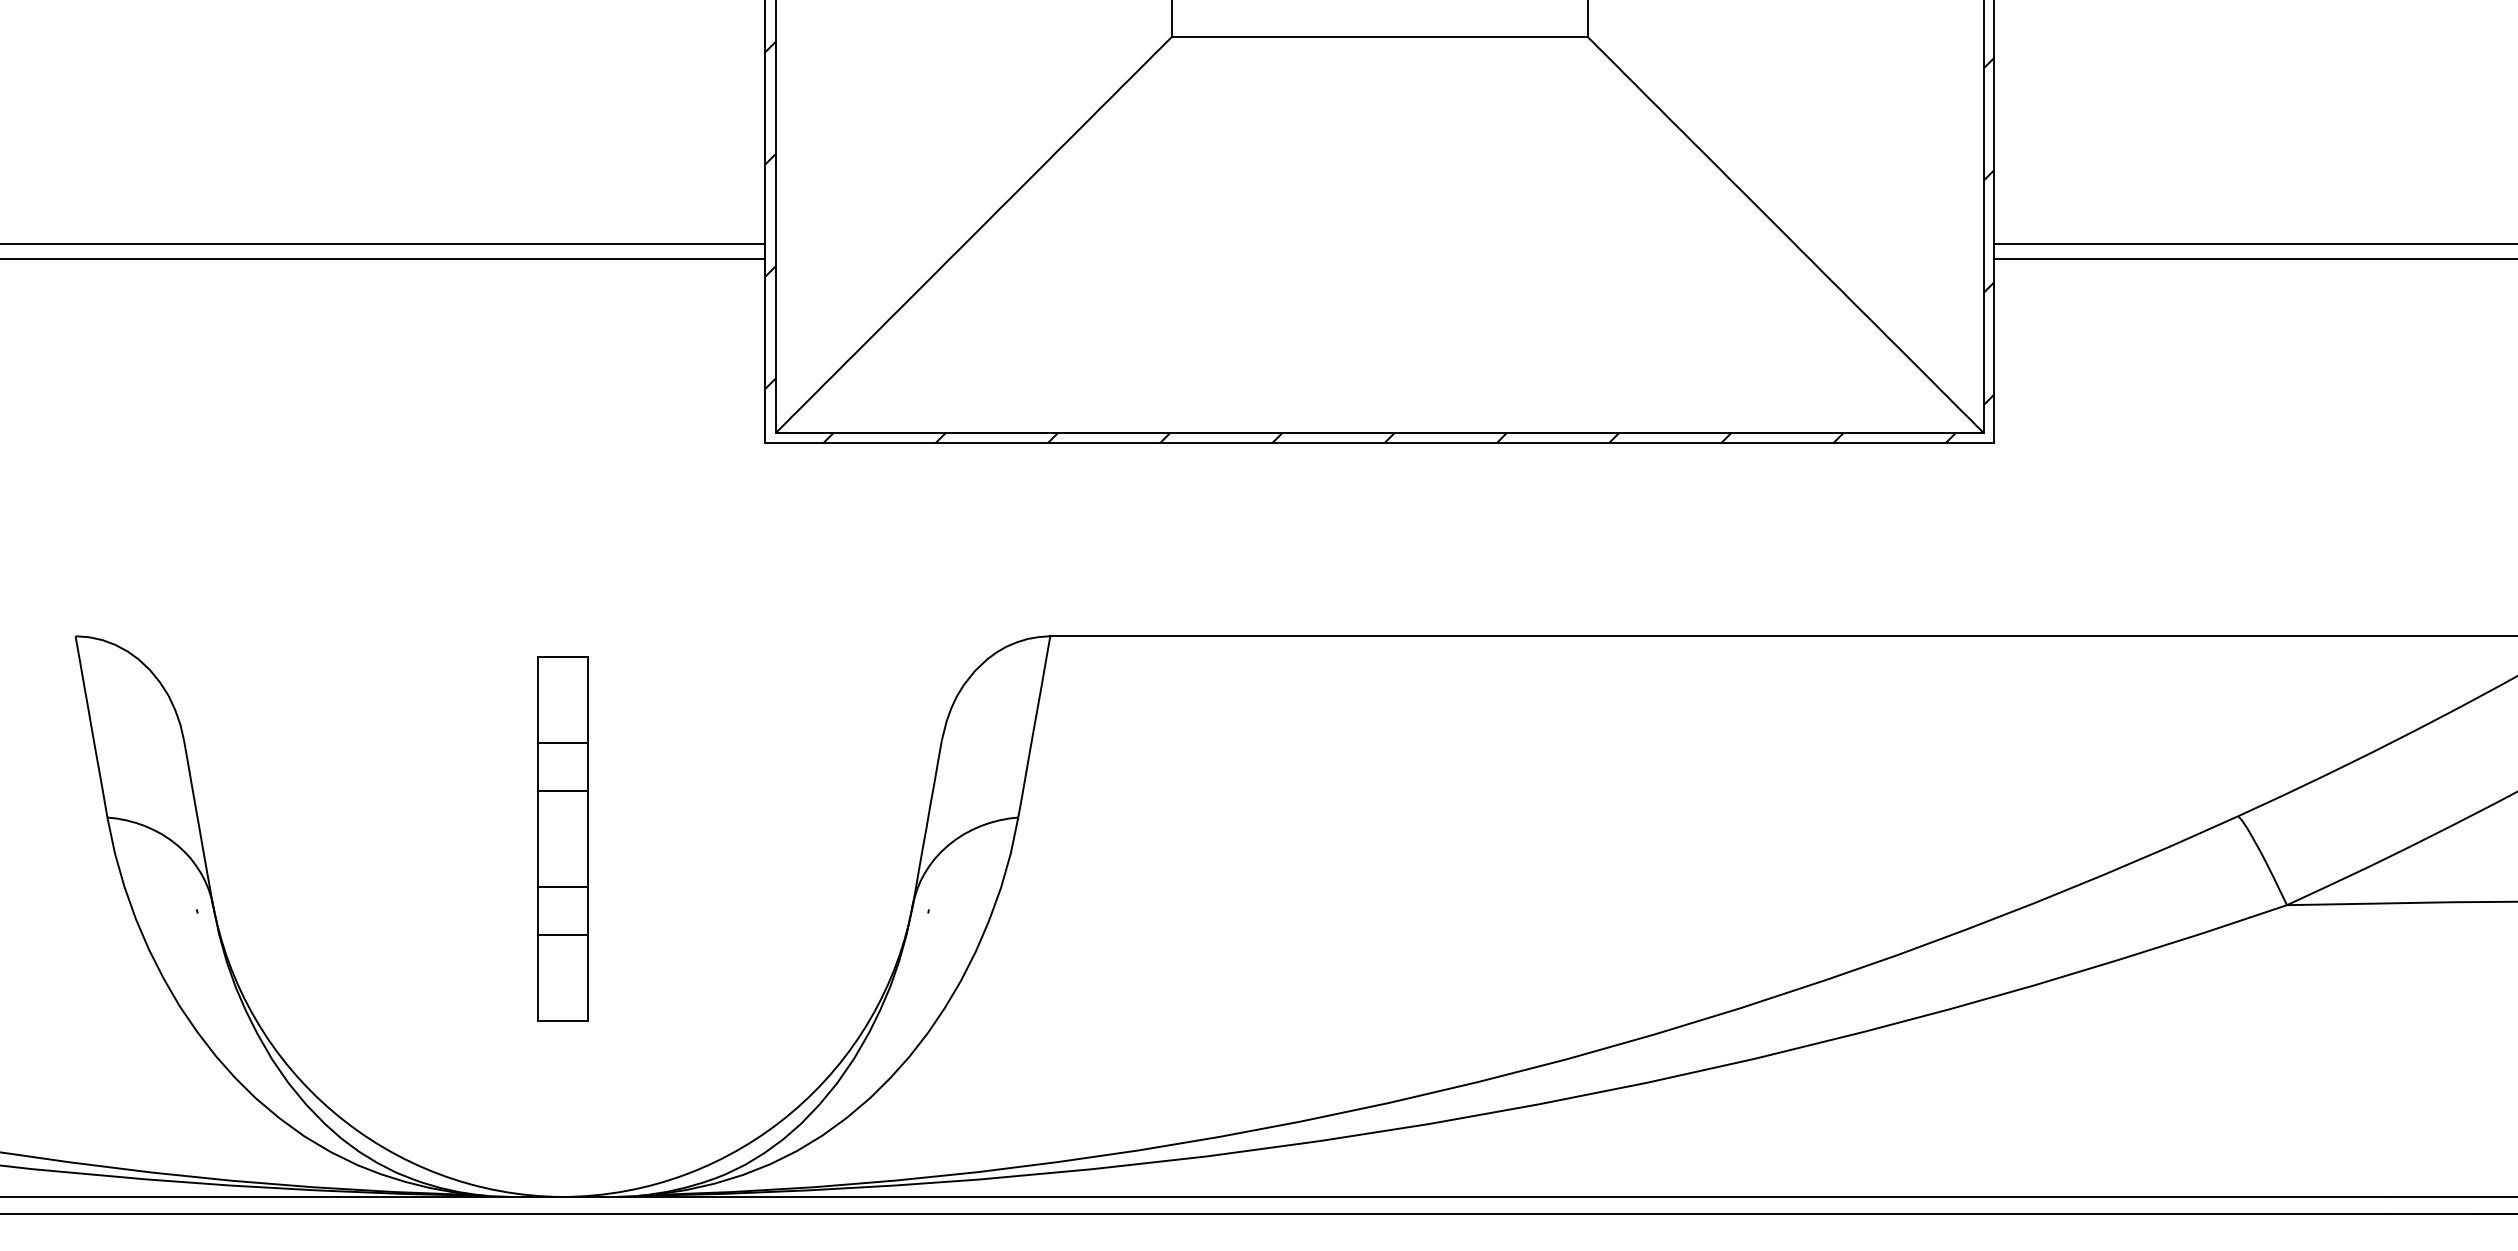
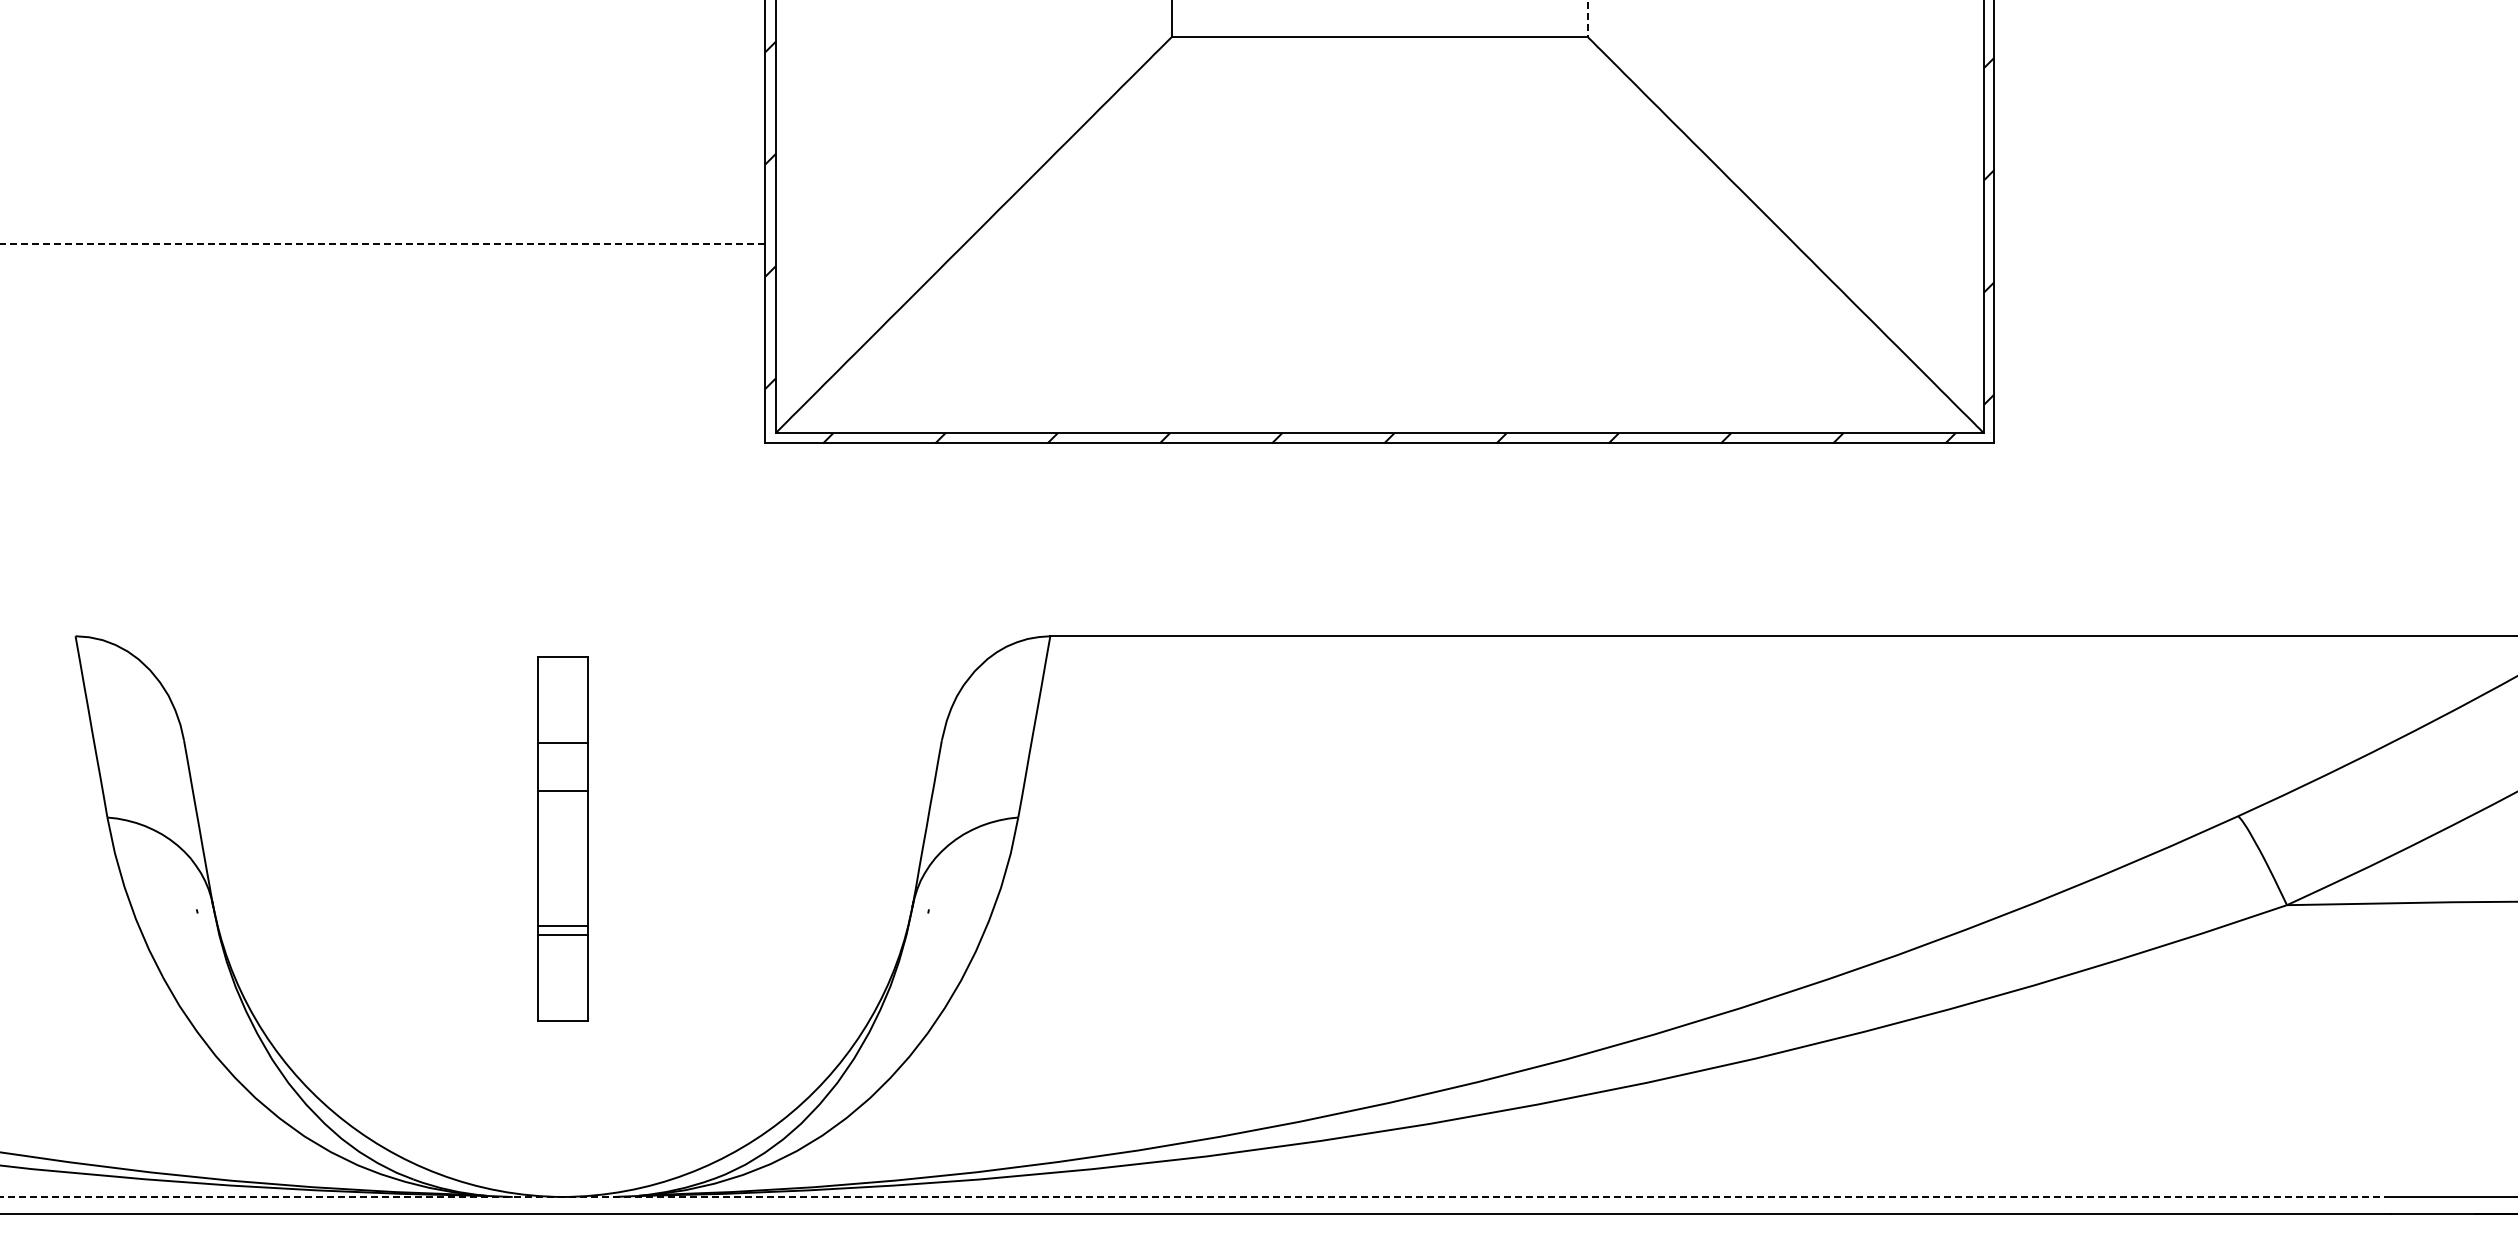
line at (1588, 19): solid -> dashed
line at (382, 244): solid -> dashed
line at (2254, 244): present -> none
line at (383, 258): present -> none
line at (2254, 258): present -> none
line at (562, 886) position: (562, 886) -> (562, 925)
line at (1195, 1197): solid -> dashed
